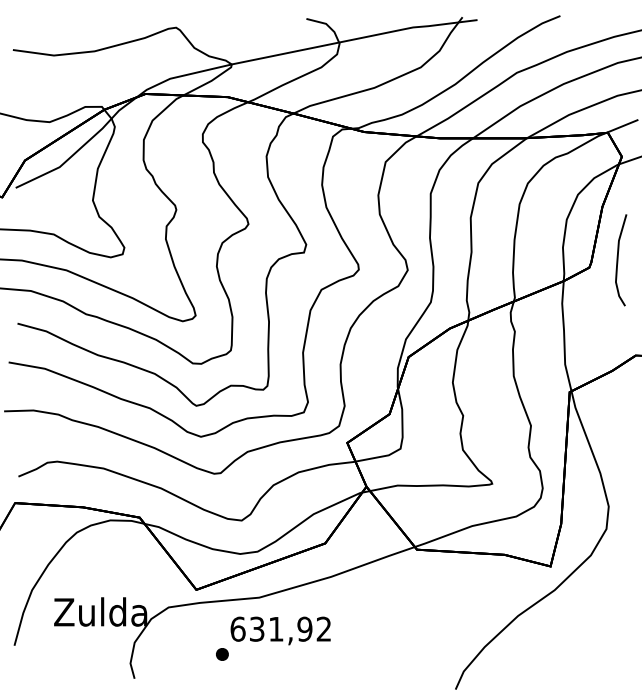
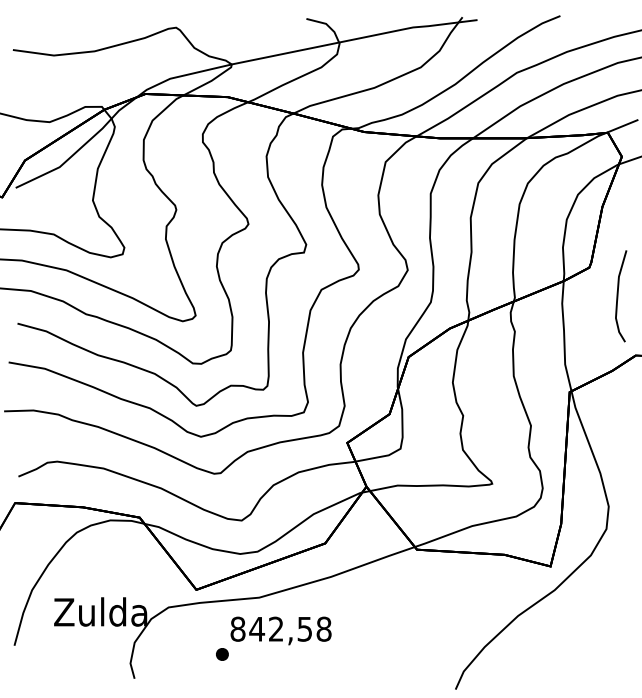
curve at (618, 260) position: (618, 260) -> (618, 296)
text at (280, 628): 631,92 -> 842,58
